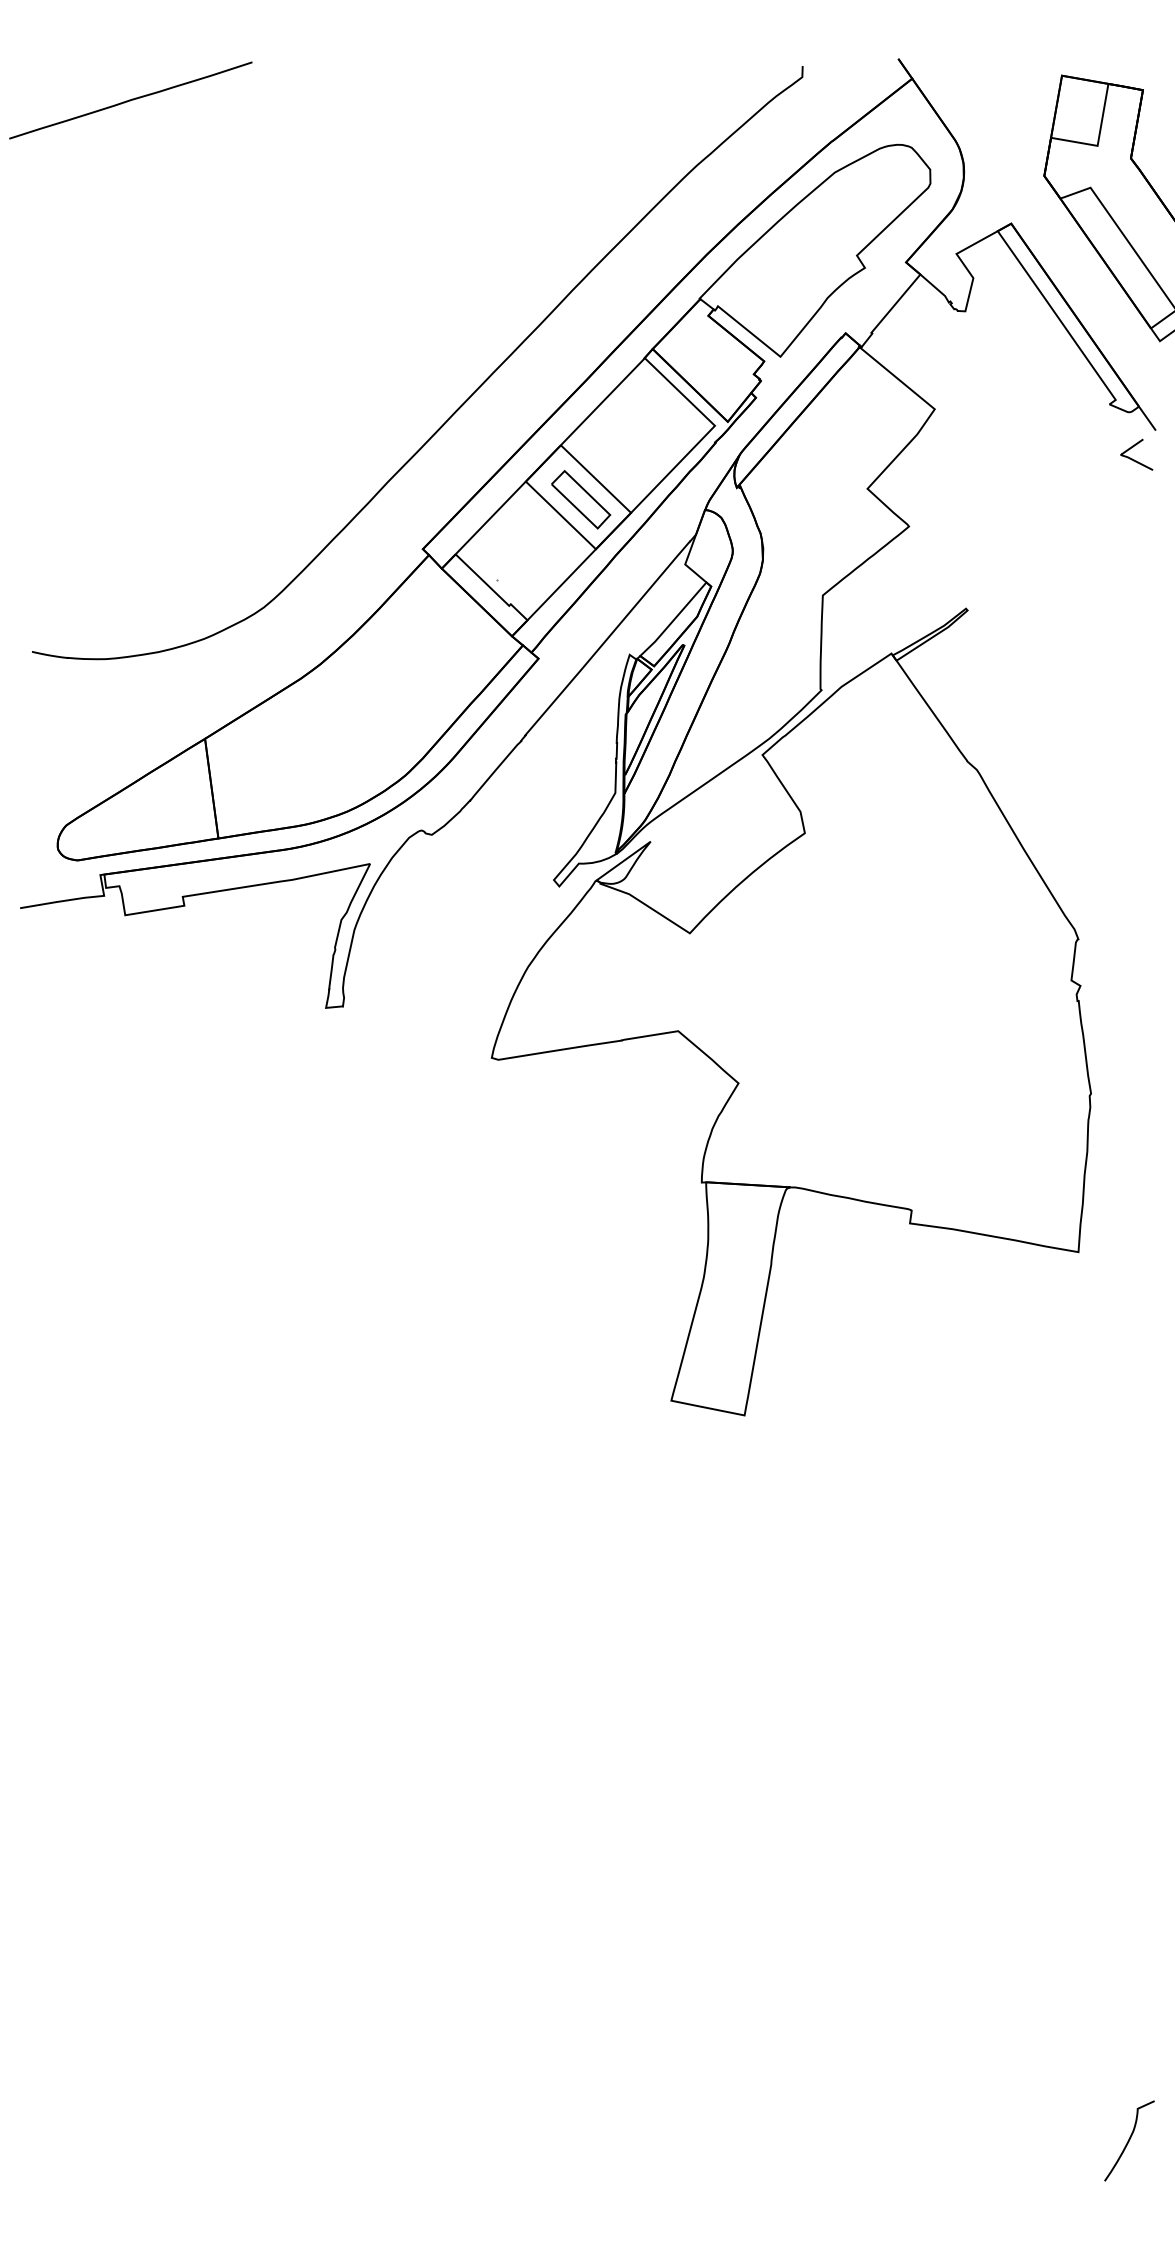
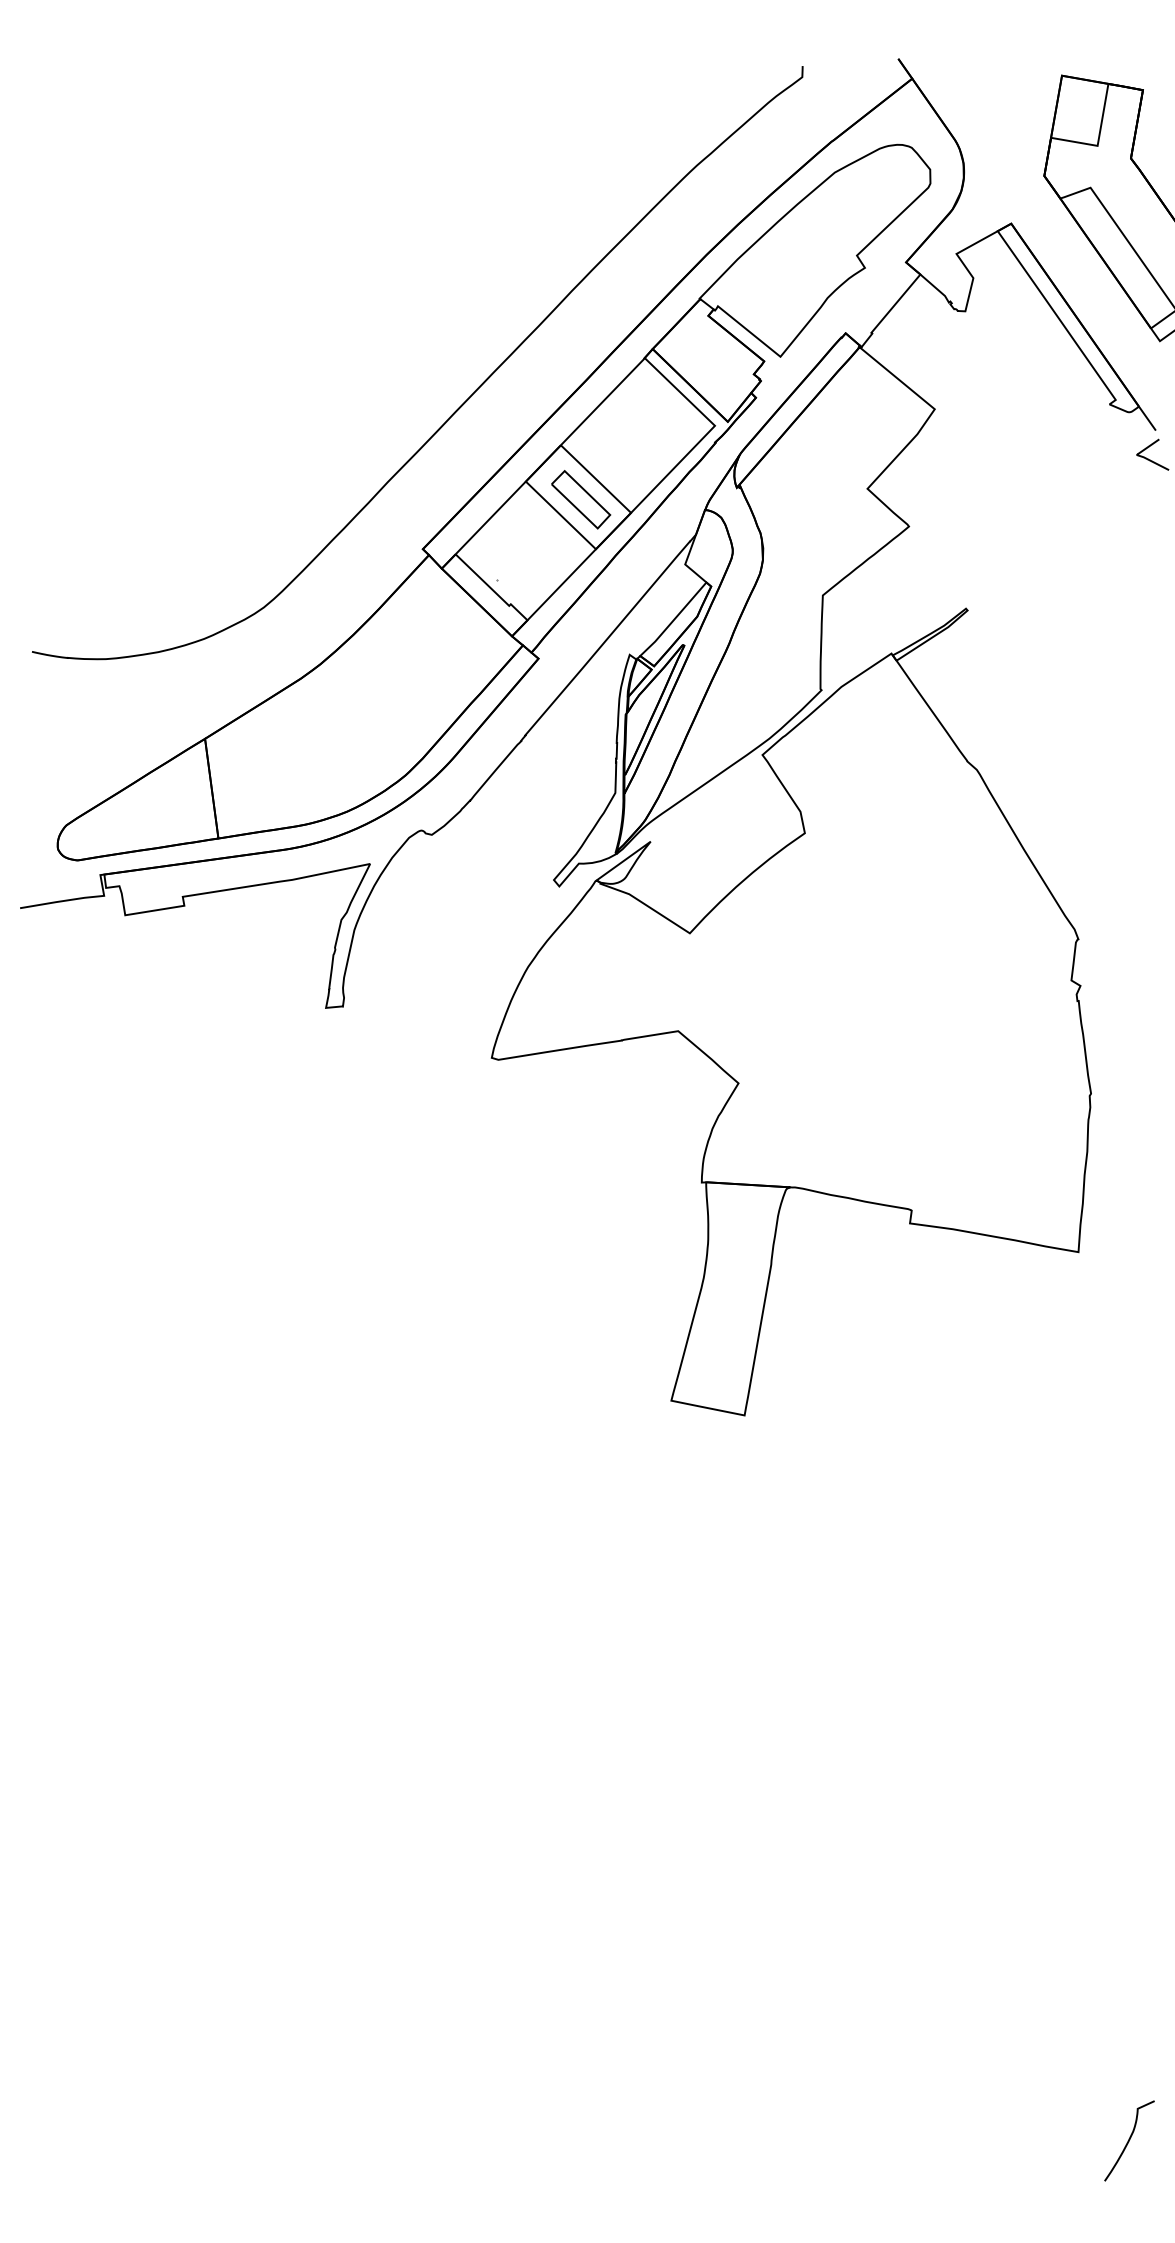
line at (130, 100): present -> none
curve at (1134, 459) position: (1134, 459) -> (1150, 459)
